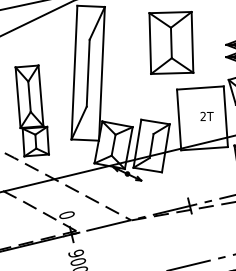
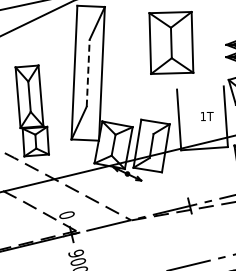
line at (88, 72): solid -> dashed
line at (200, 87): present -> none
text at (202, 115): 2T -> 1T
